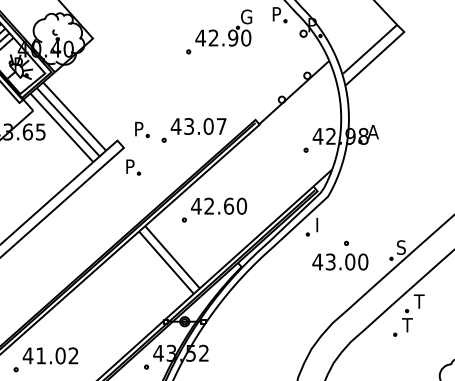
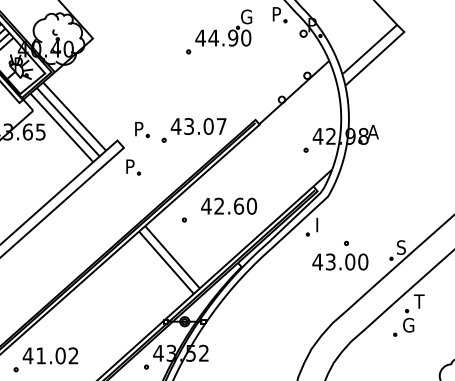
text at (213, 37): 42.90 -> 44.90
text at (218, 205) position: (218, 205) -> (228, 205)
text at (408, 324): T -> G
